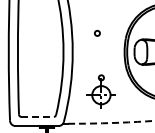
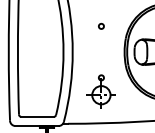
circle at (97, 32) position: (97, 32) -> (101, 25)
line at (38, 116): dashed -> solid
arc at (111, 122): dashed -> solid
